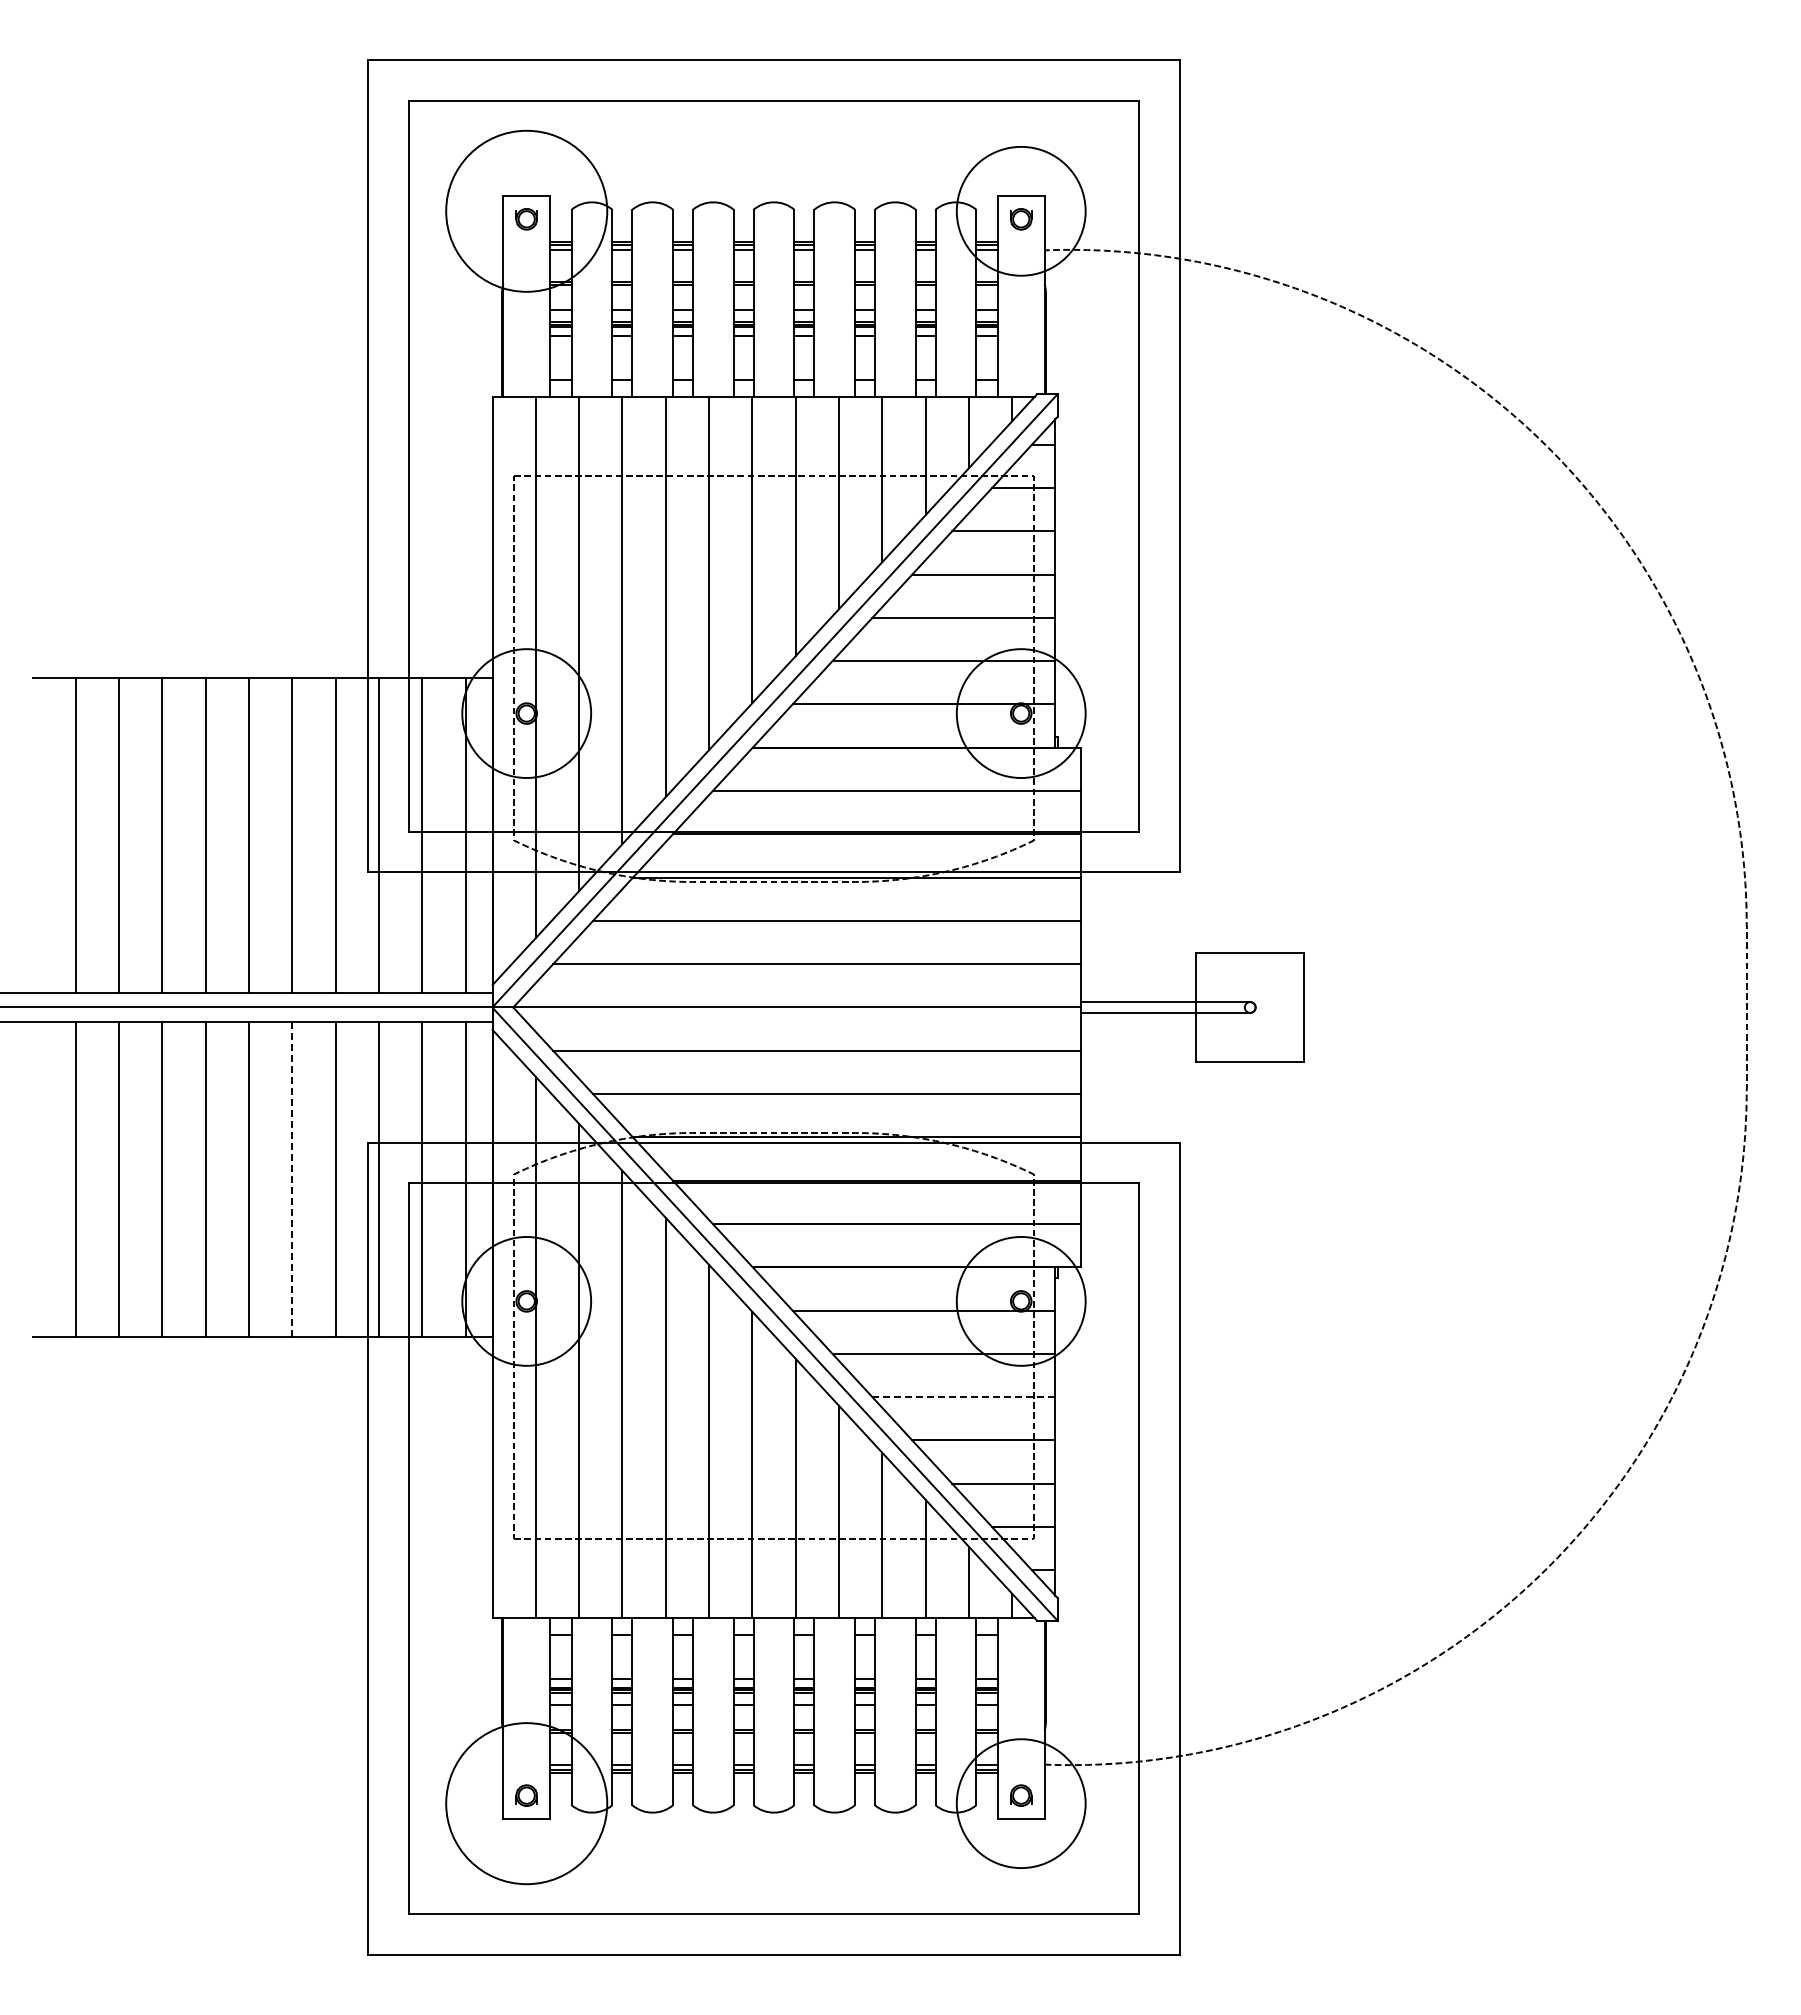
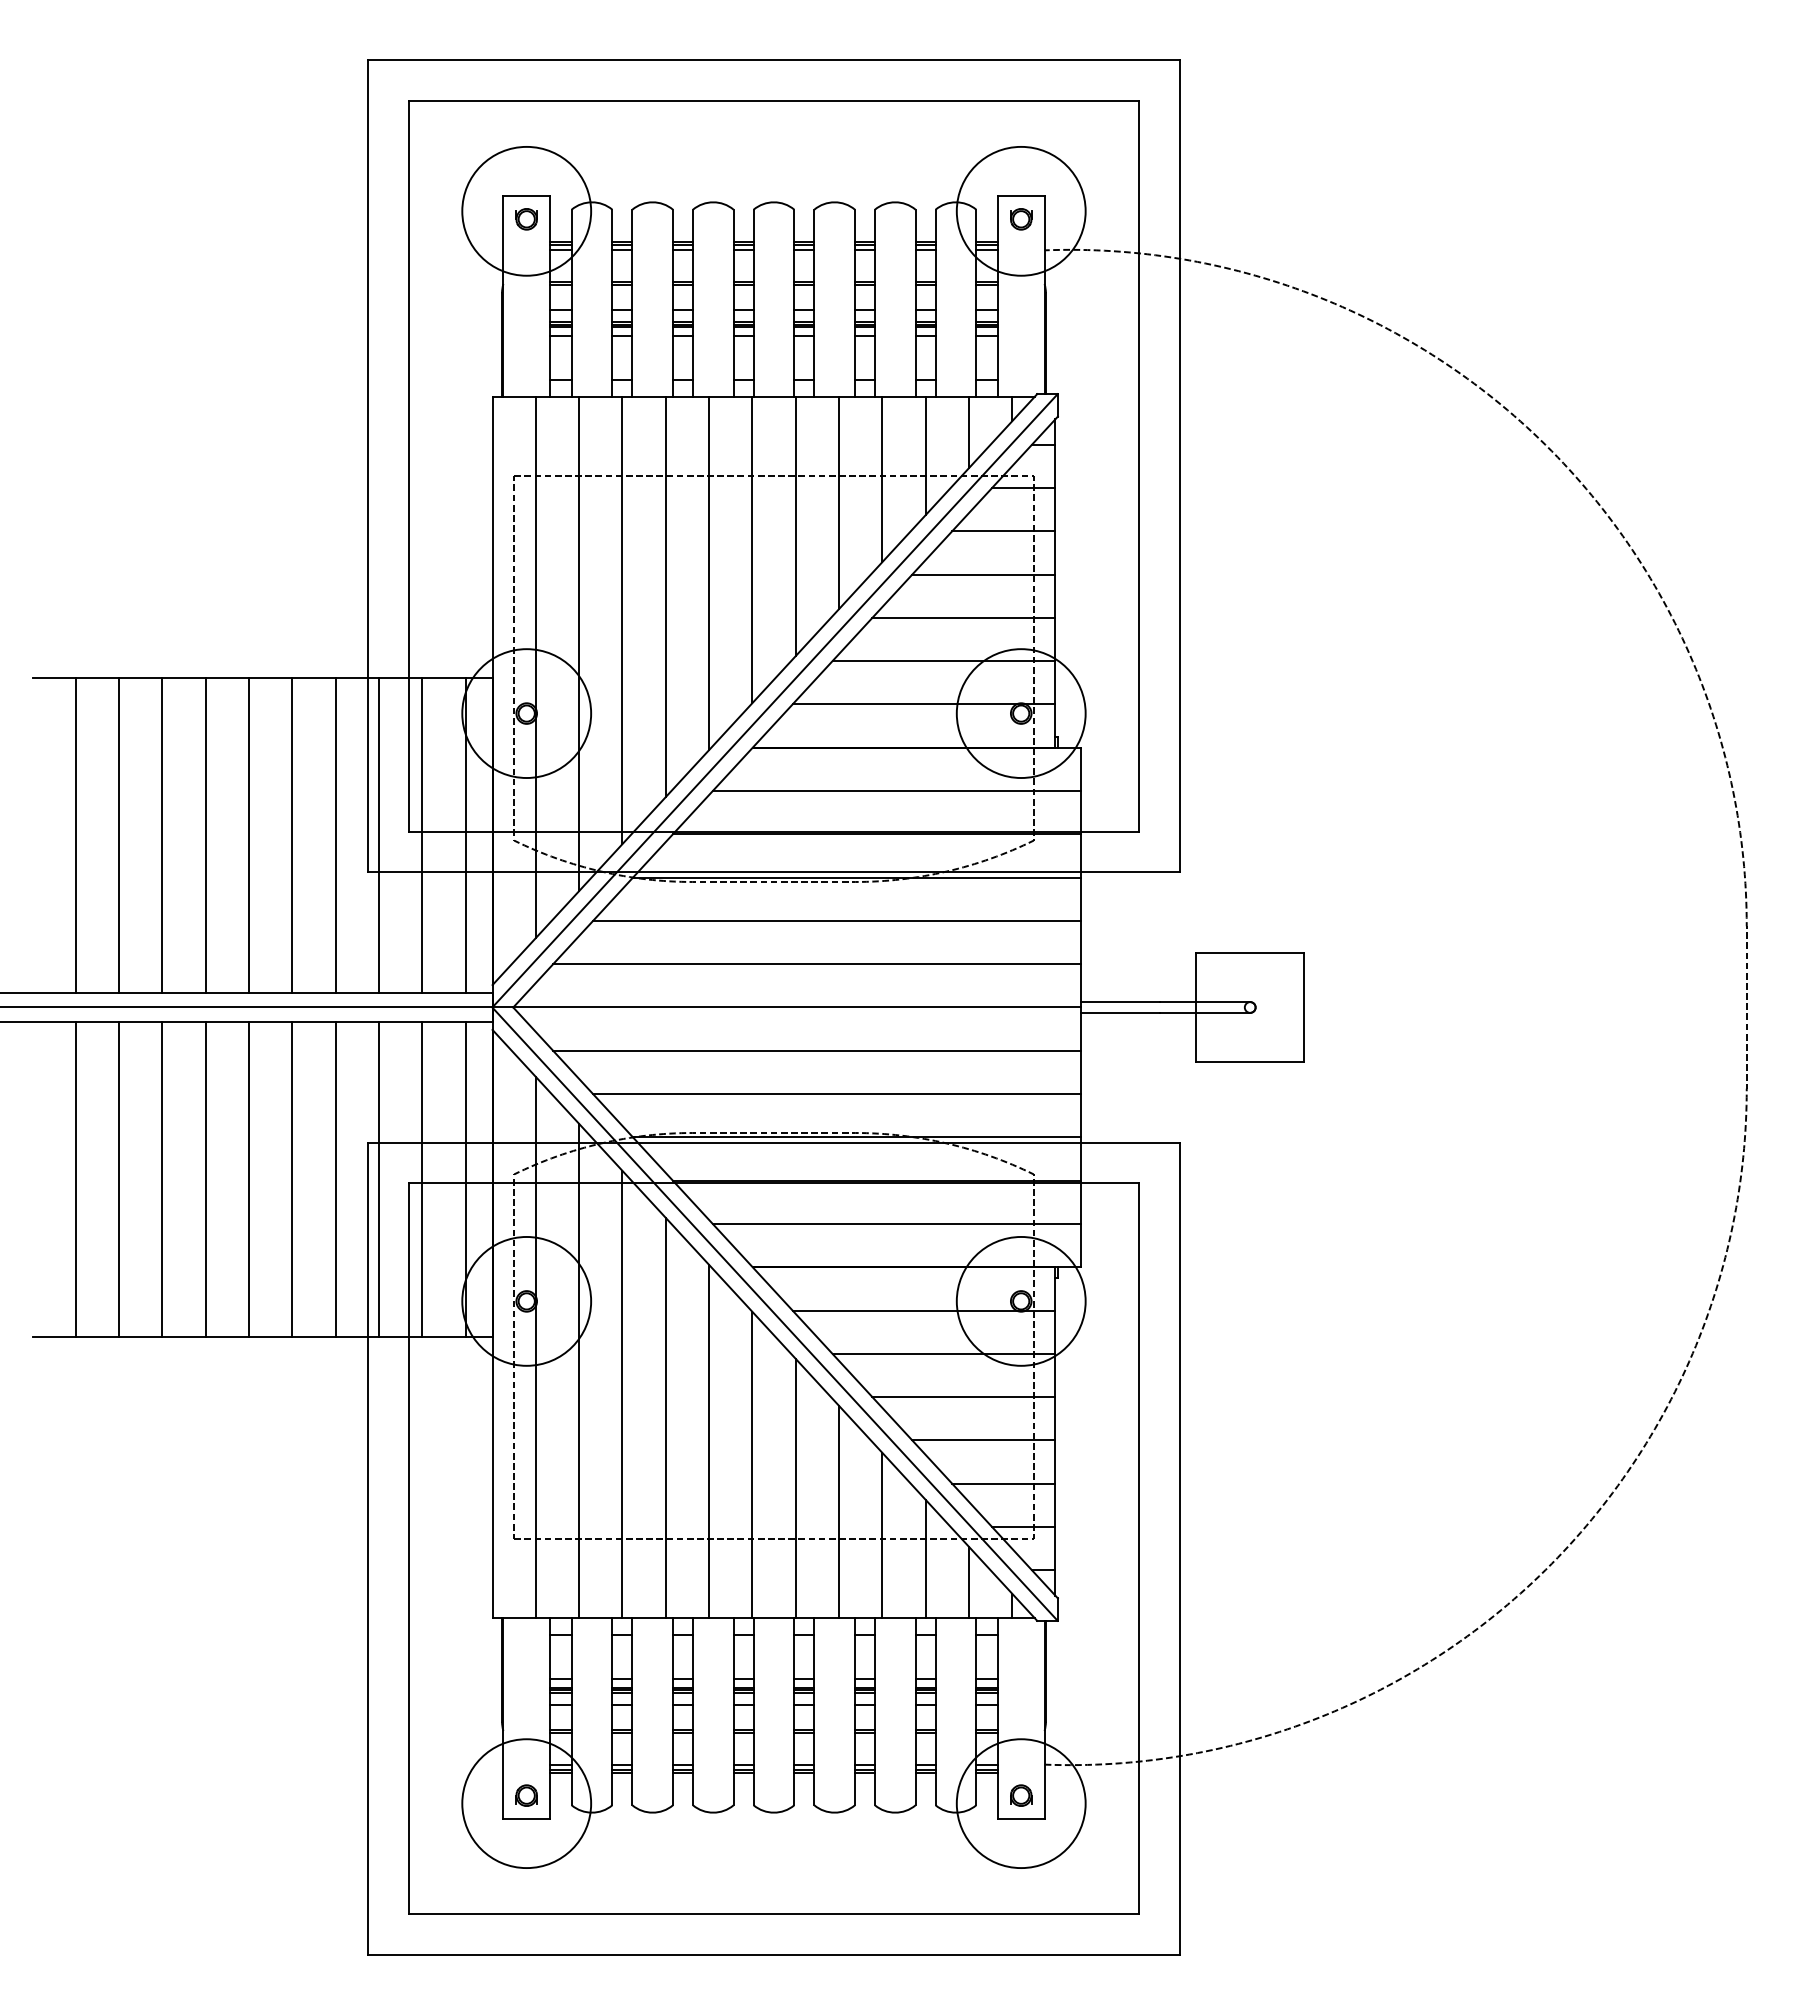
circle at (526, 210) diameter: 161 px -> 129 px
line at (292, 1179): dashed -> solid
line at (964, 1397): dashed -> solid
circle at (526, 1803) diameter: 161 px -> 129 px
